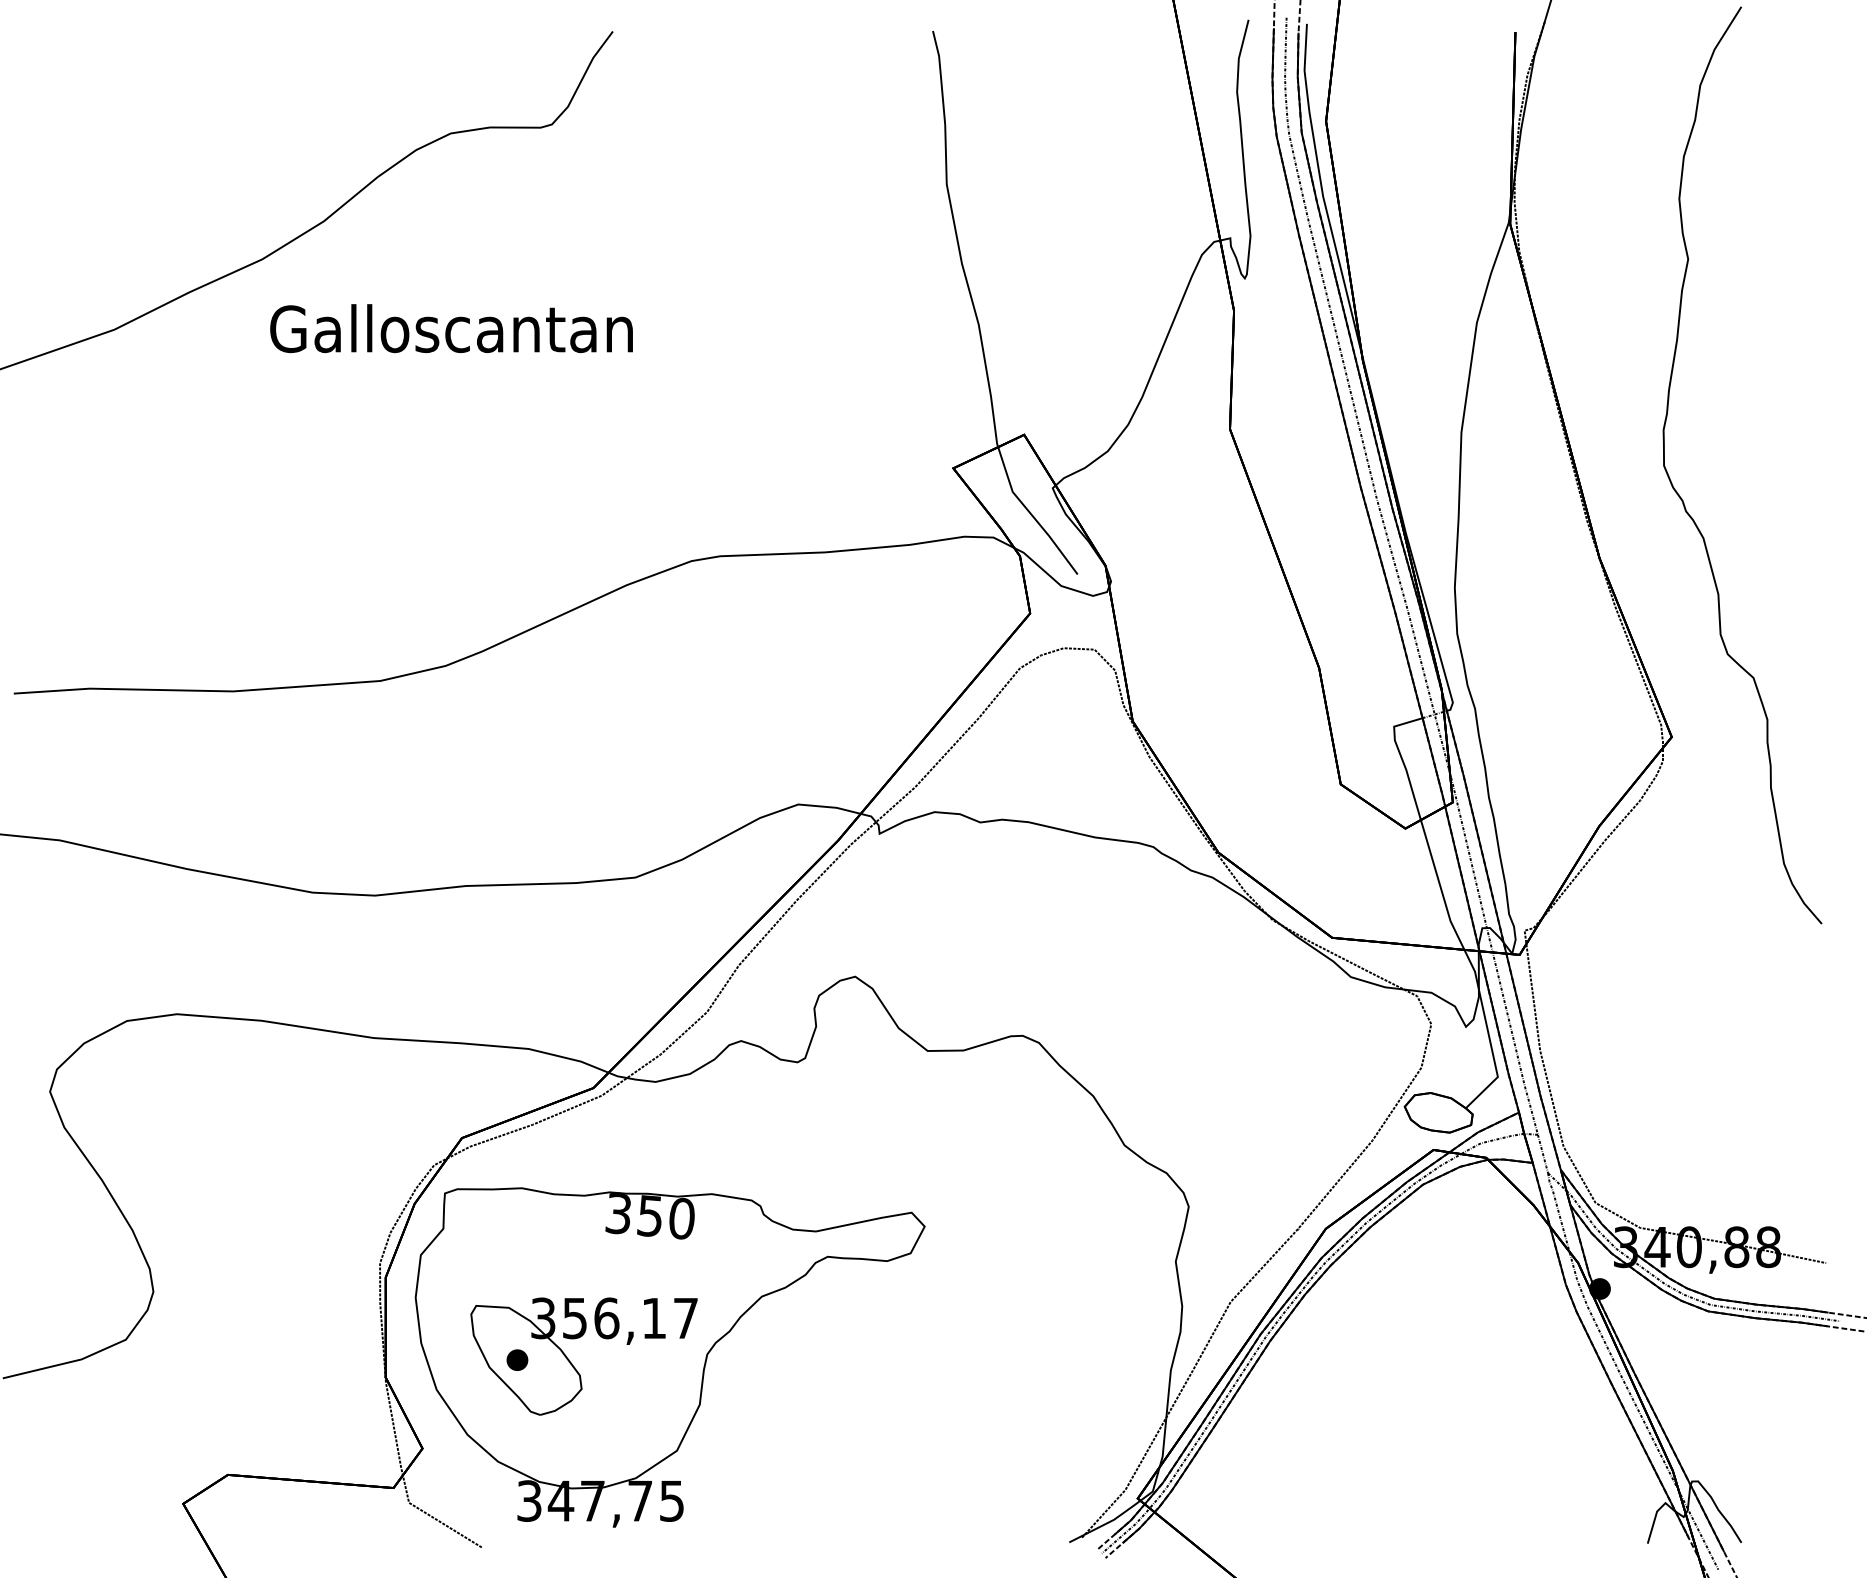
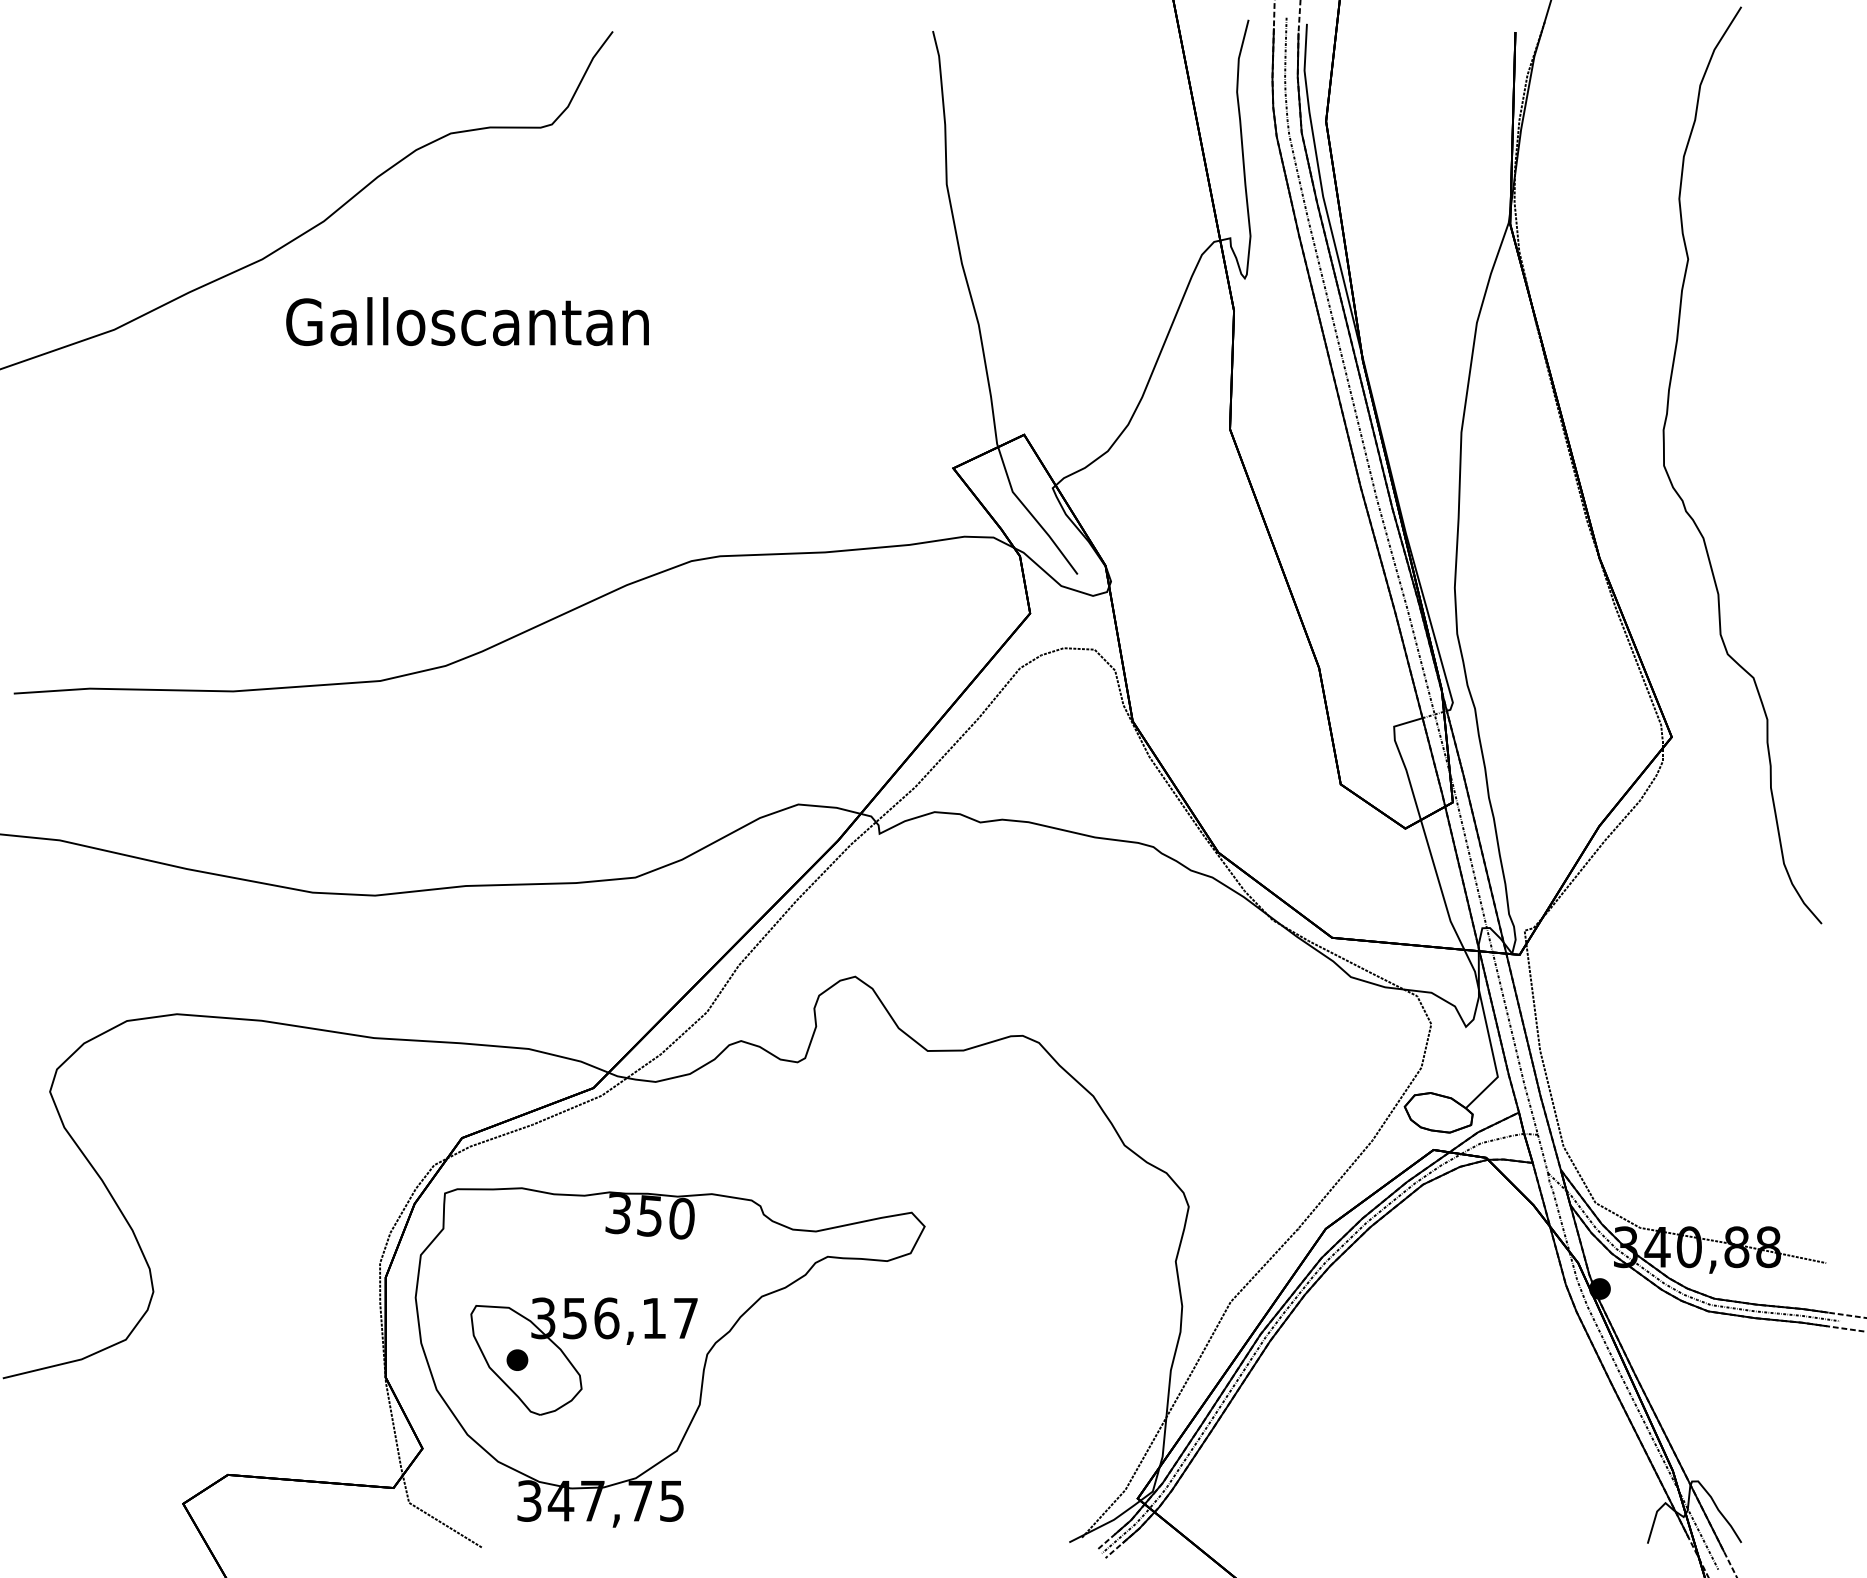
text at (451, 328) position: (451, 328) -> (467, 321)
